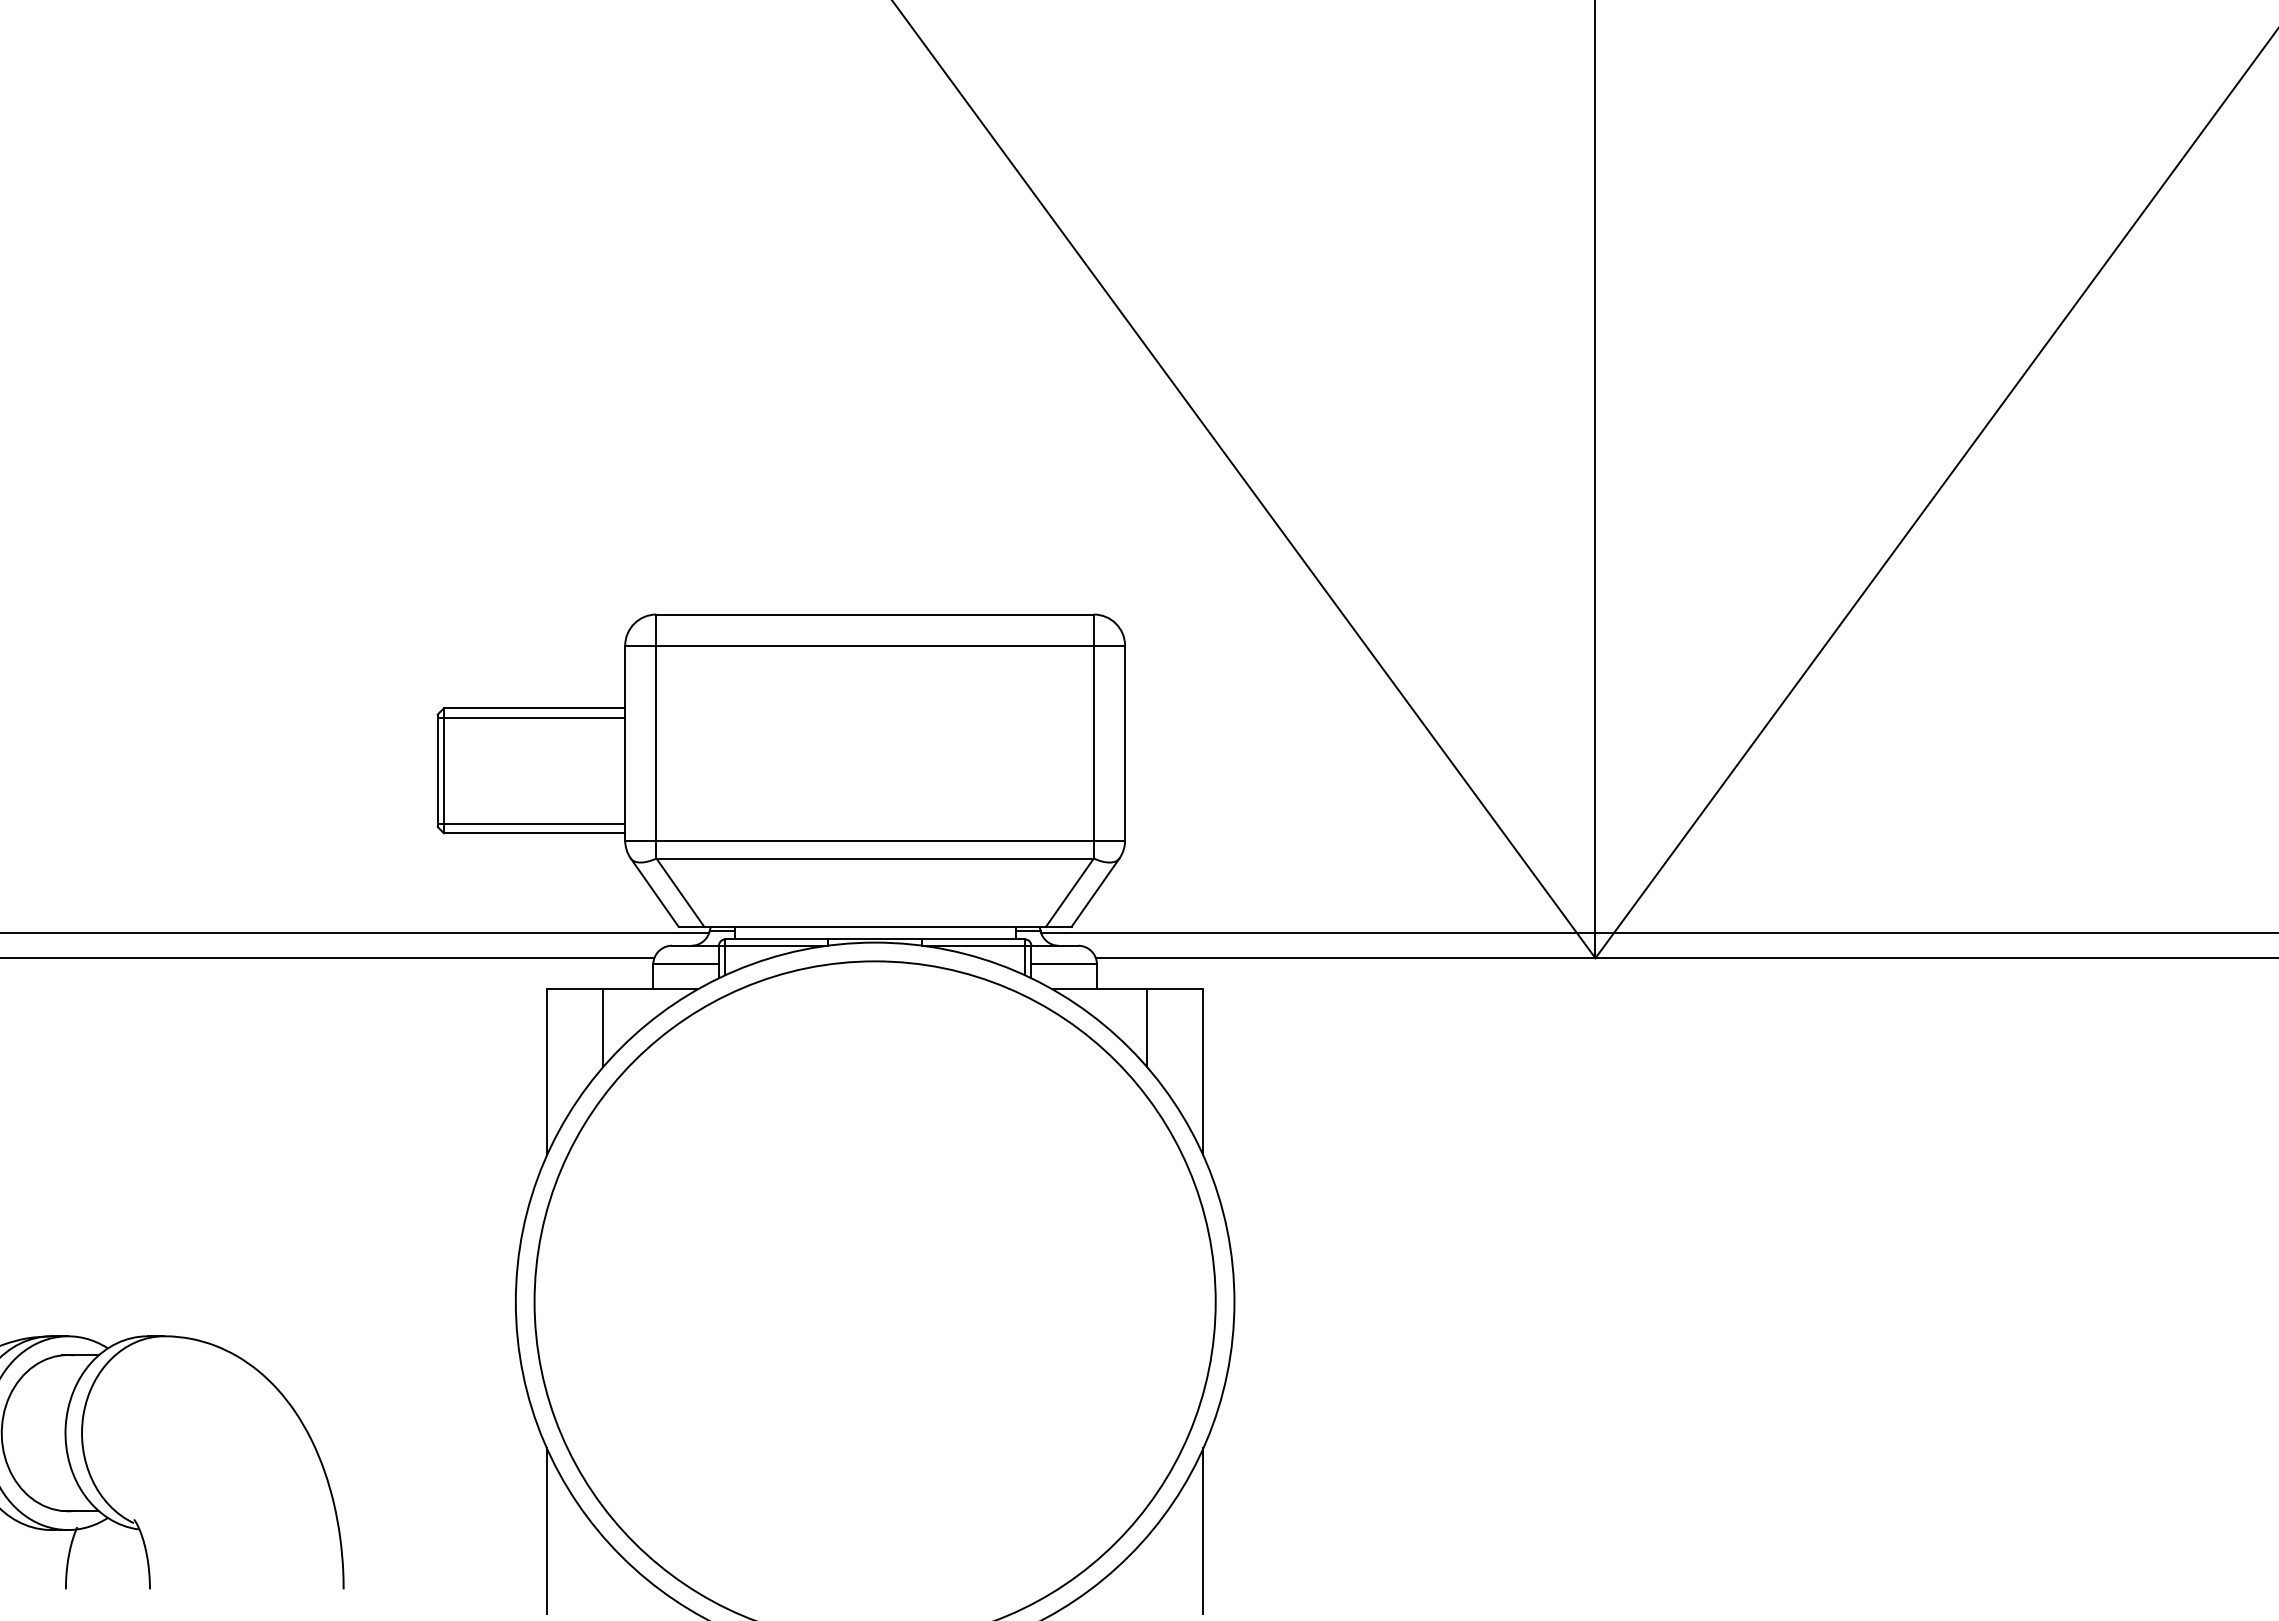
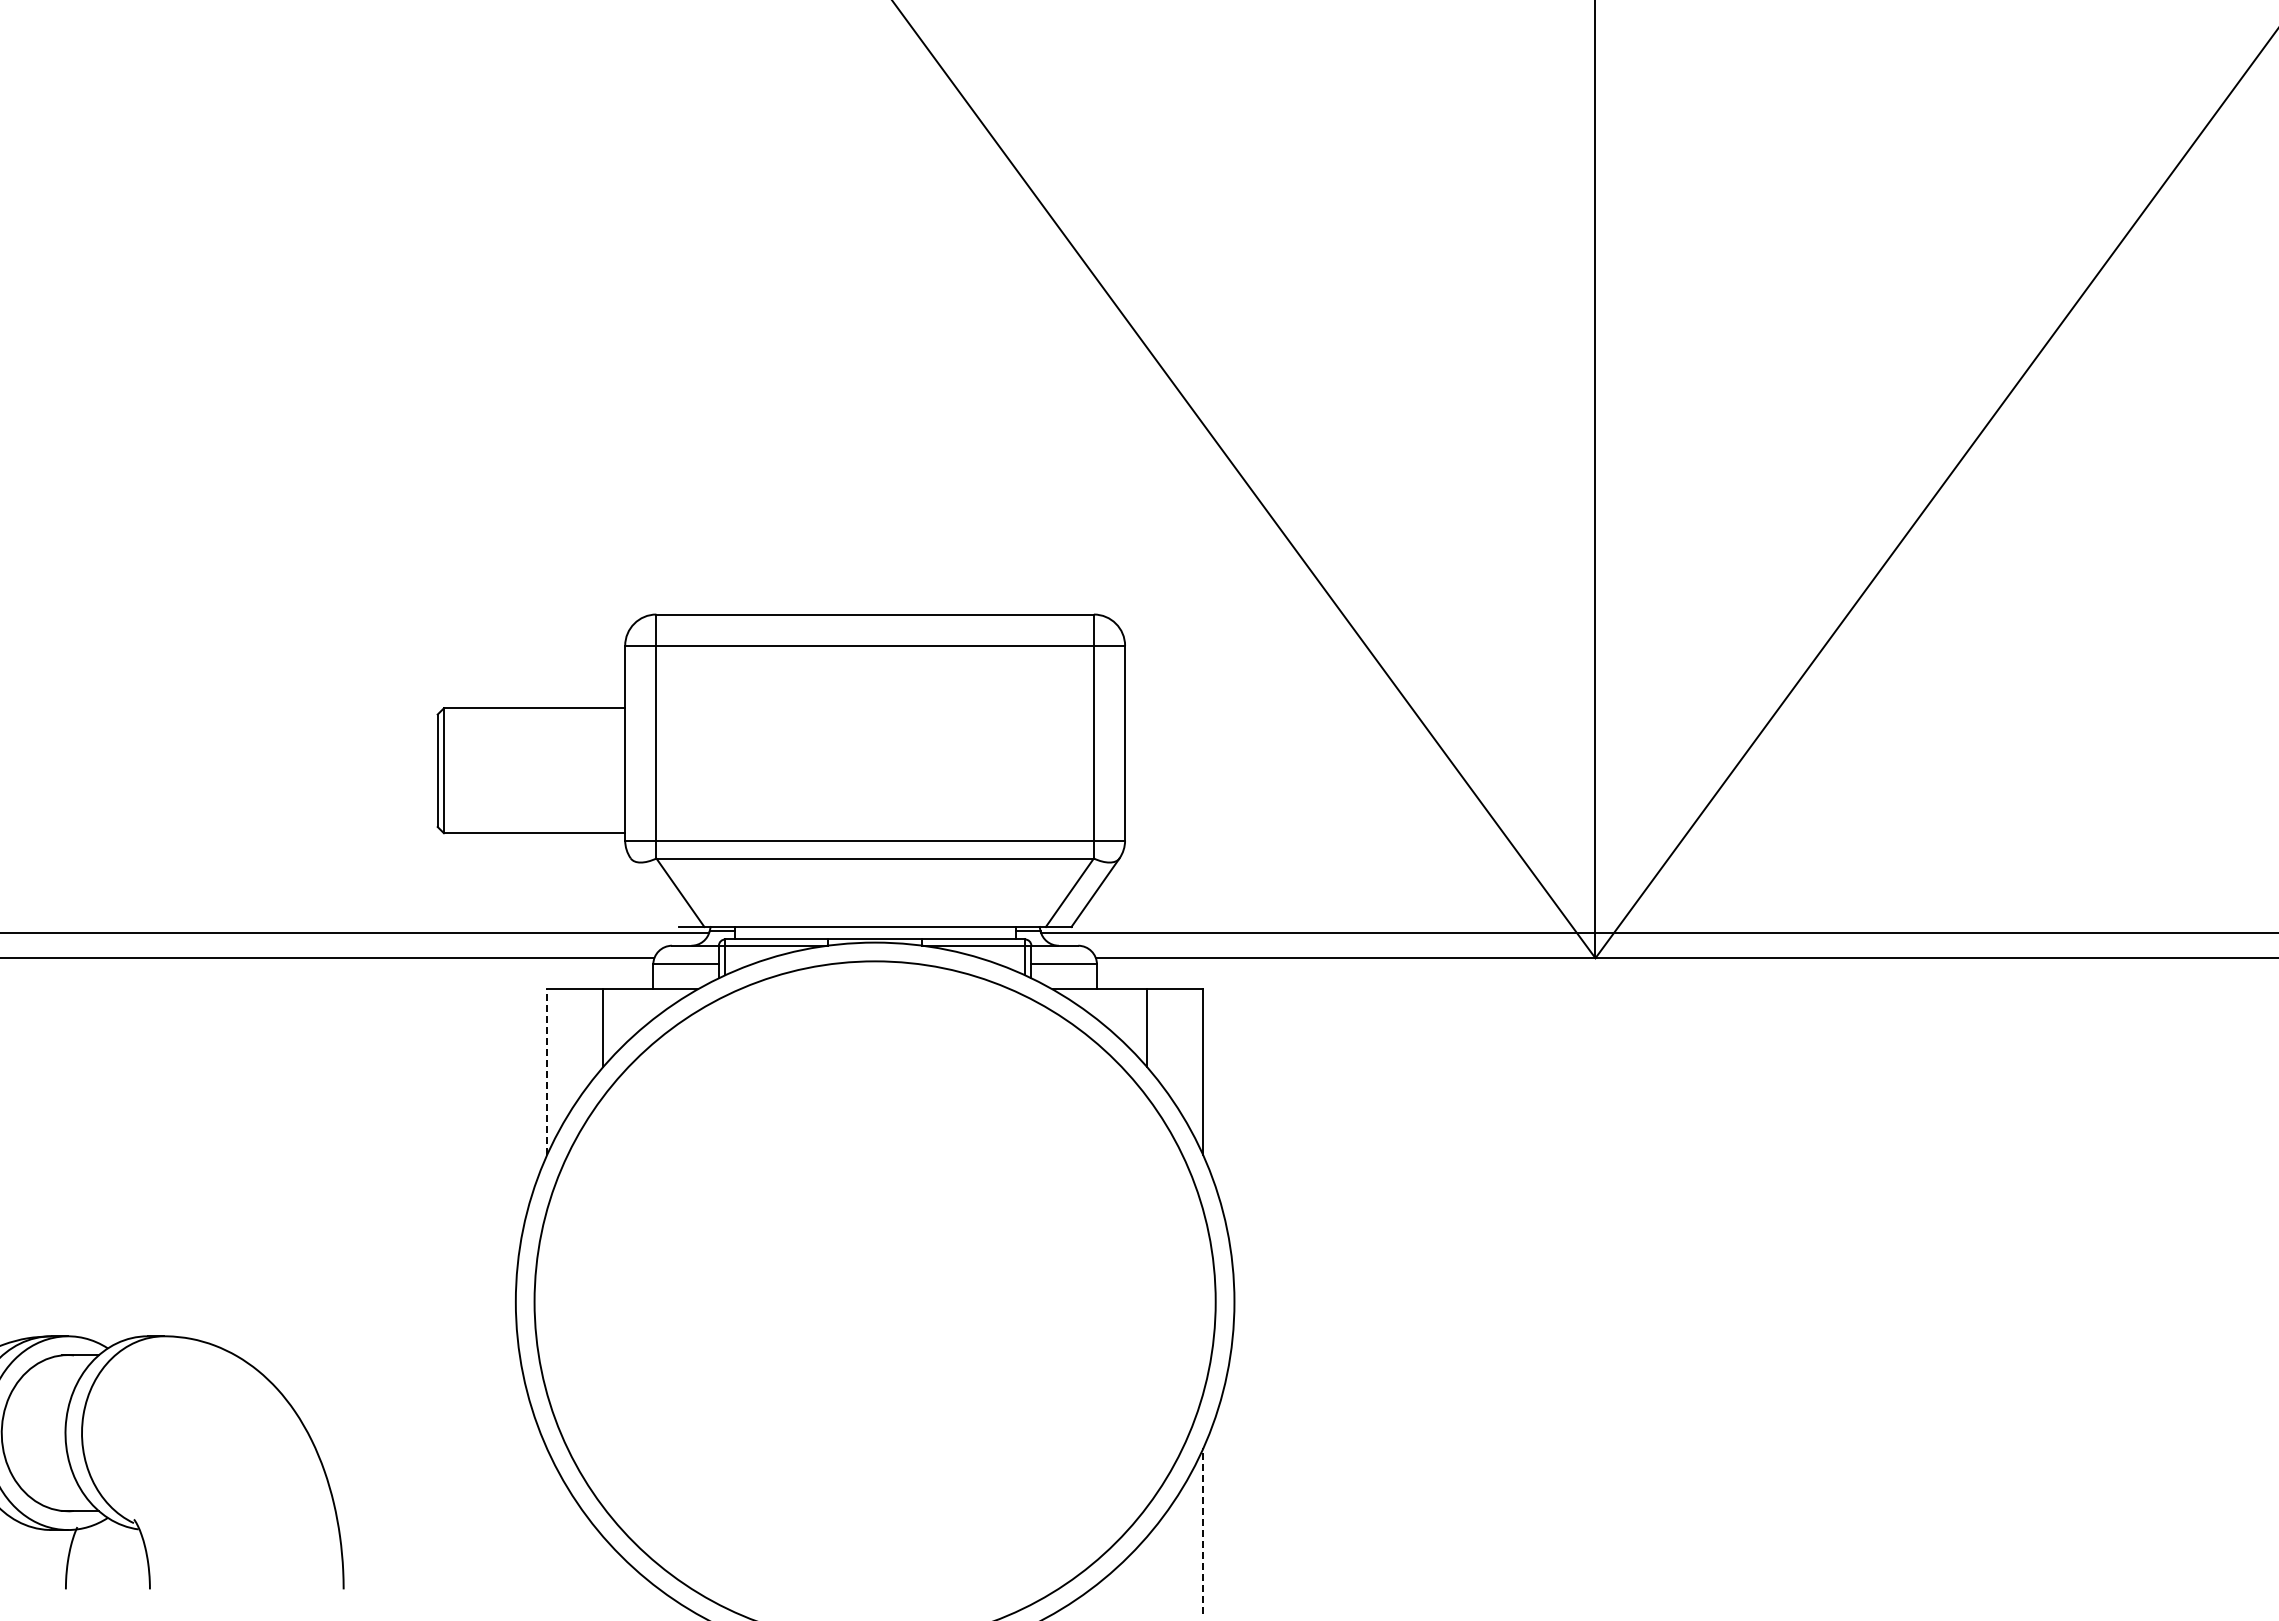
line at (531, 717): present -> none
line at (531, 823): present -> none
line at (654, 892): present -> none
line at (547, 1072): solid -> dashed
line at (547, 1531): present -> none
line at (1203, 1531): solid -> dashed
